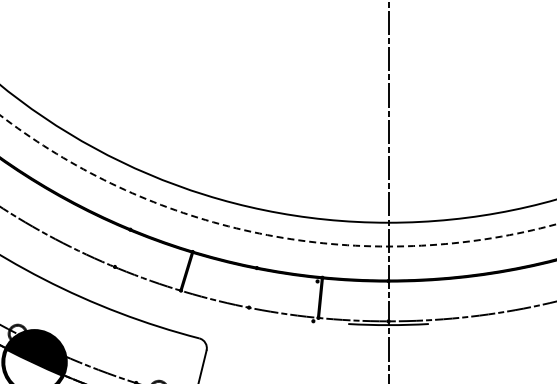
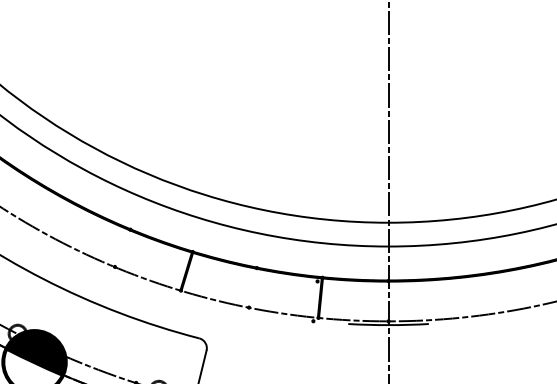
circle at (278, 180): dashed -> solid
